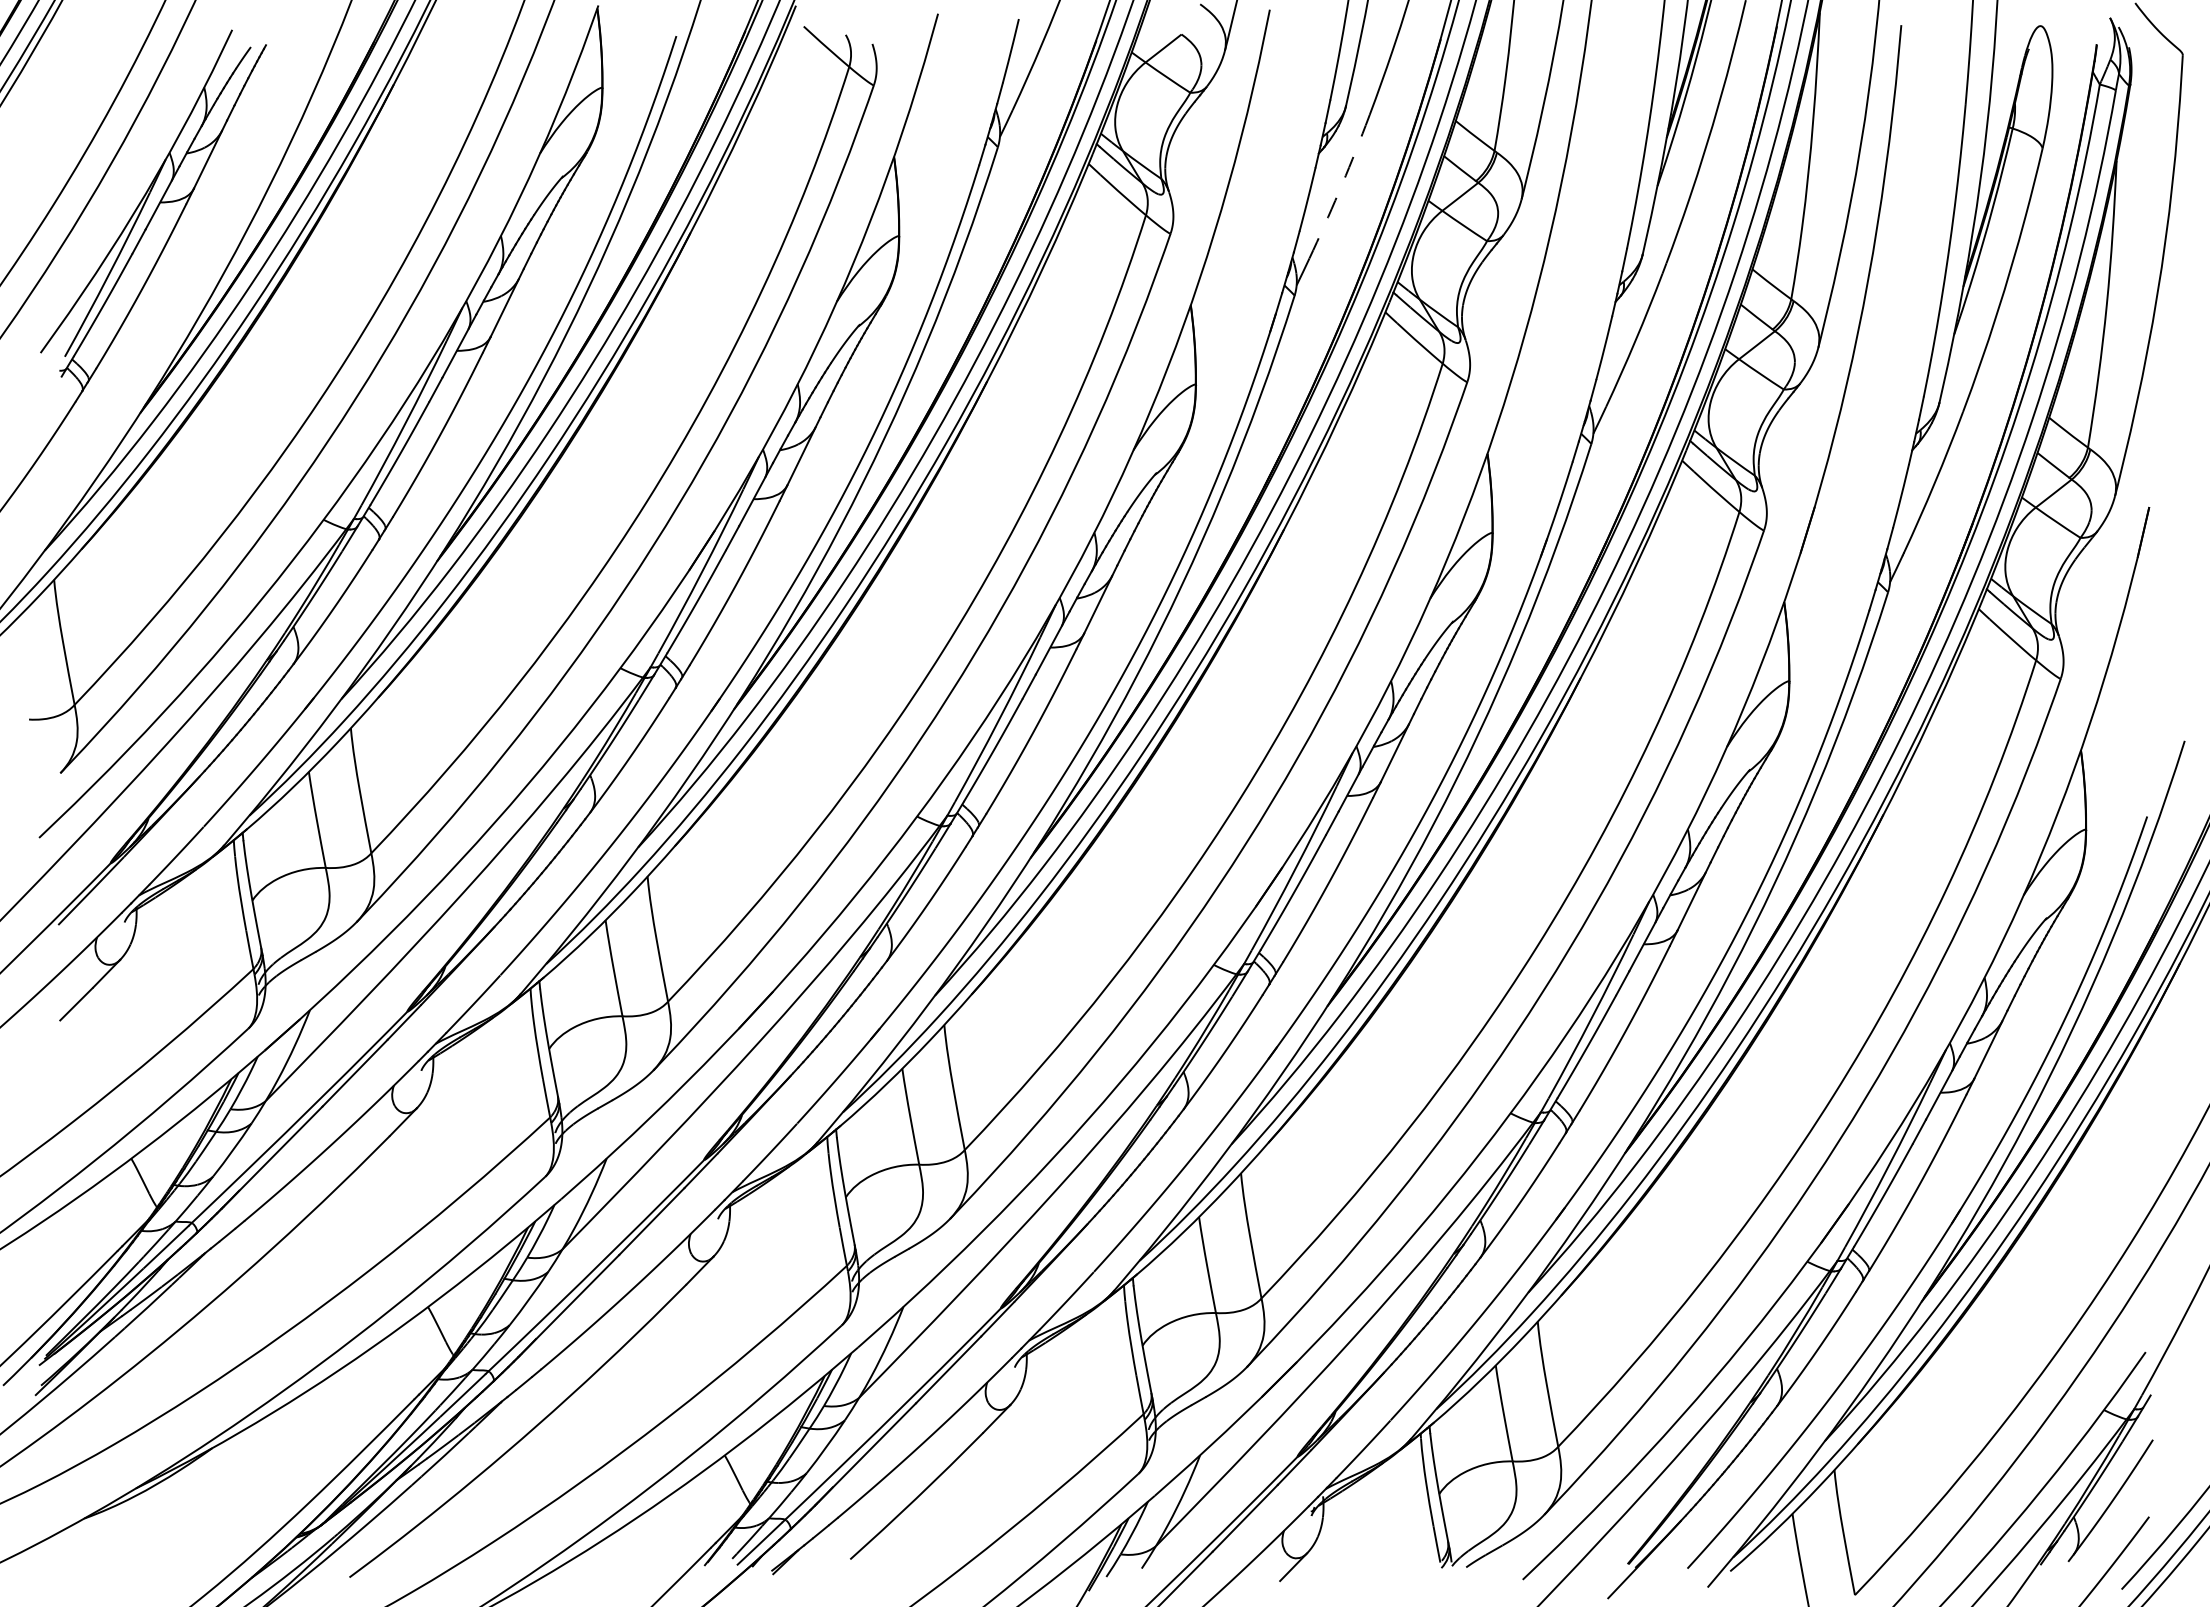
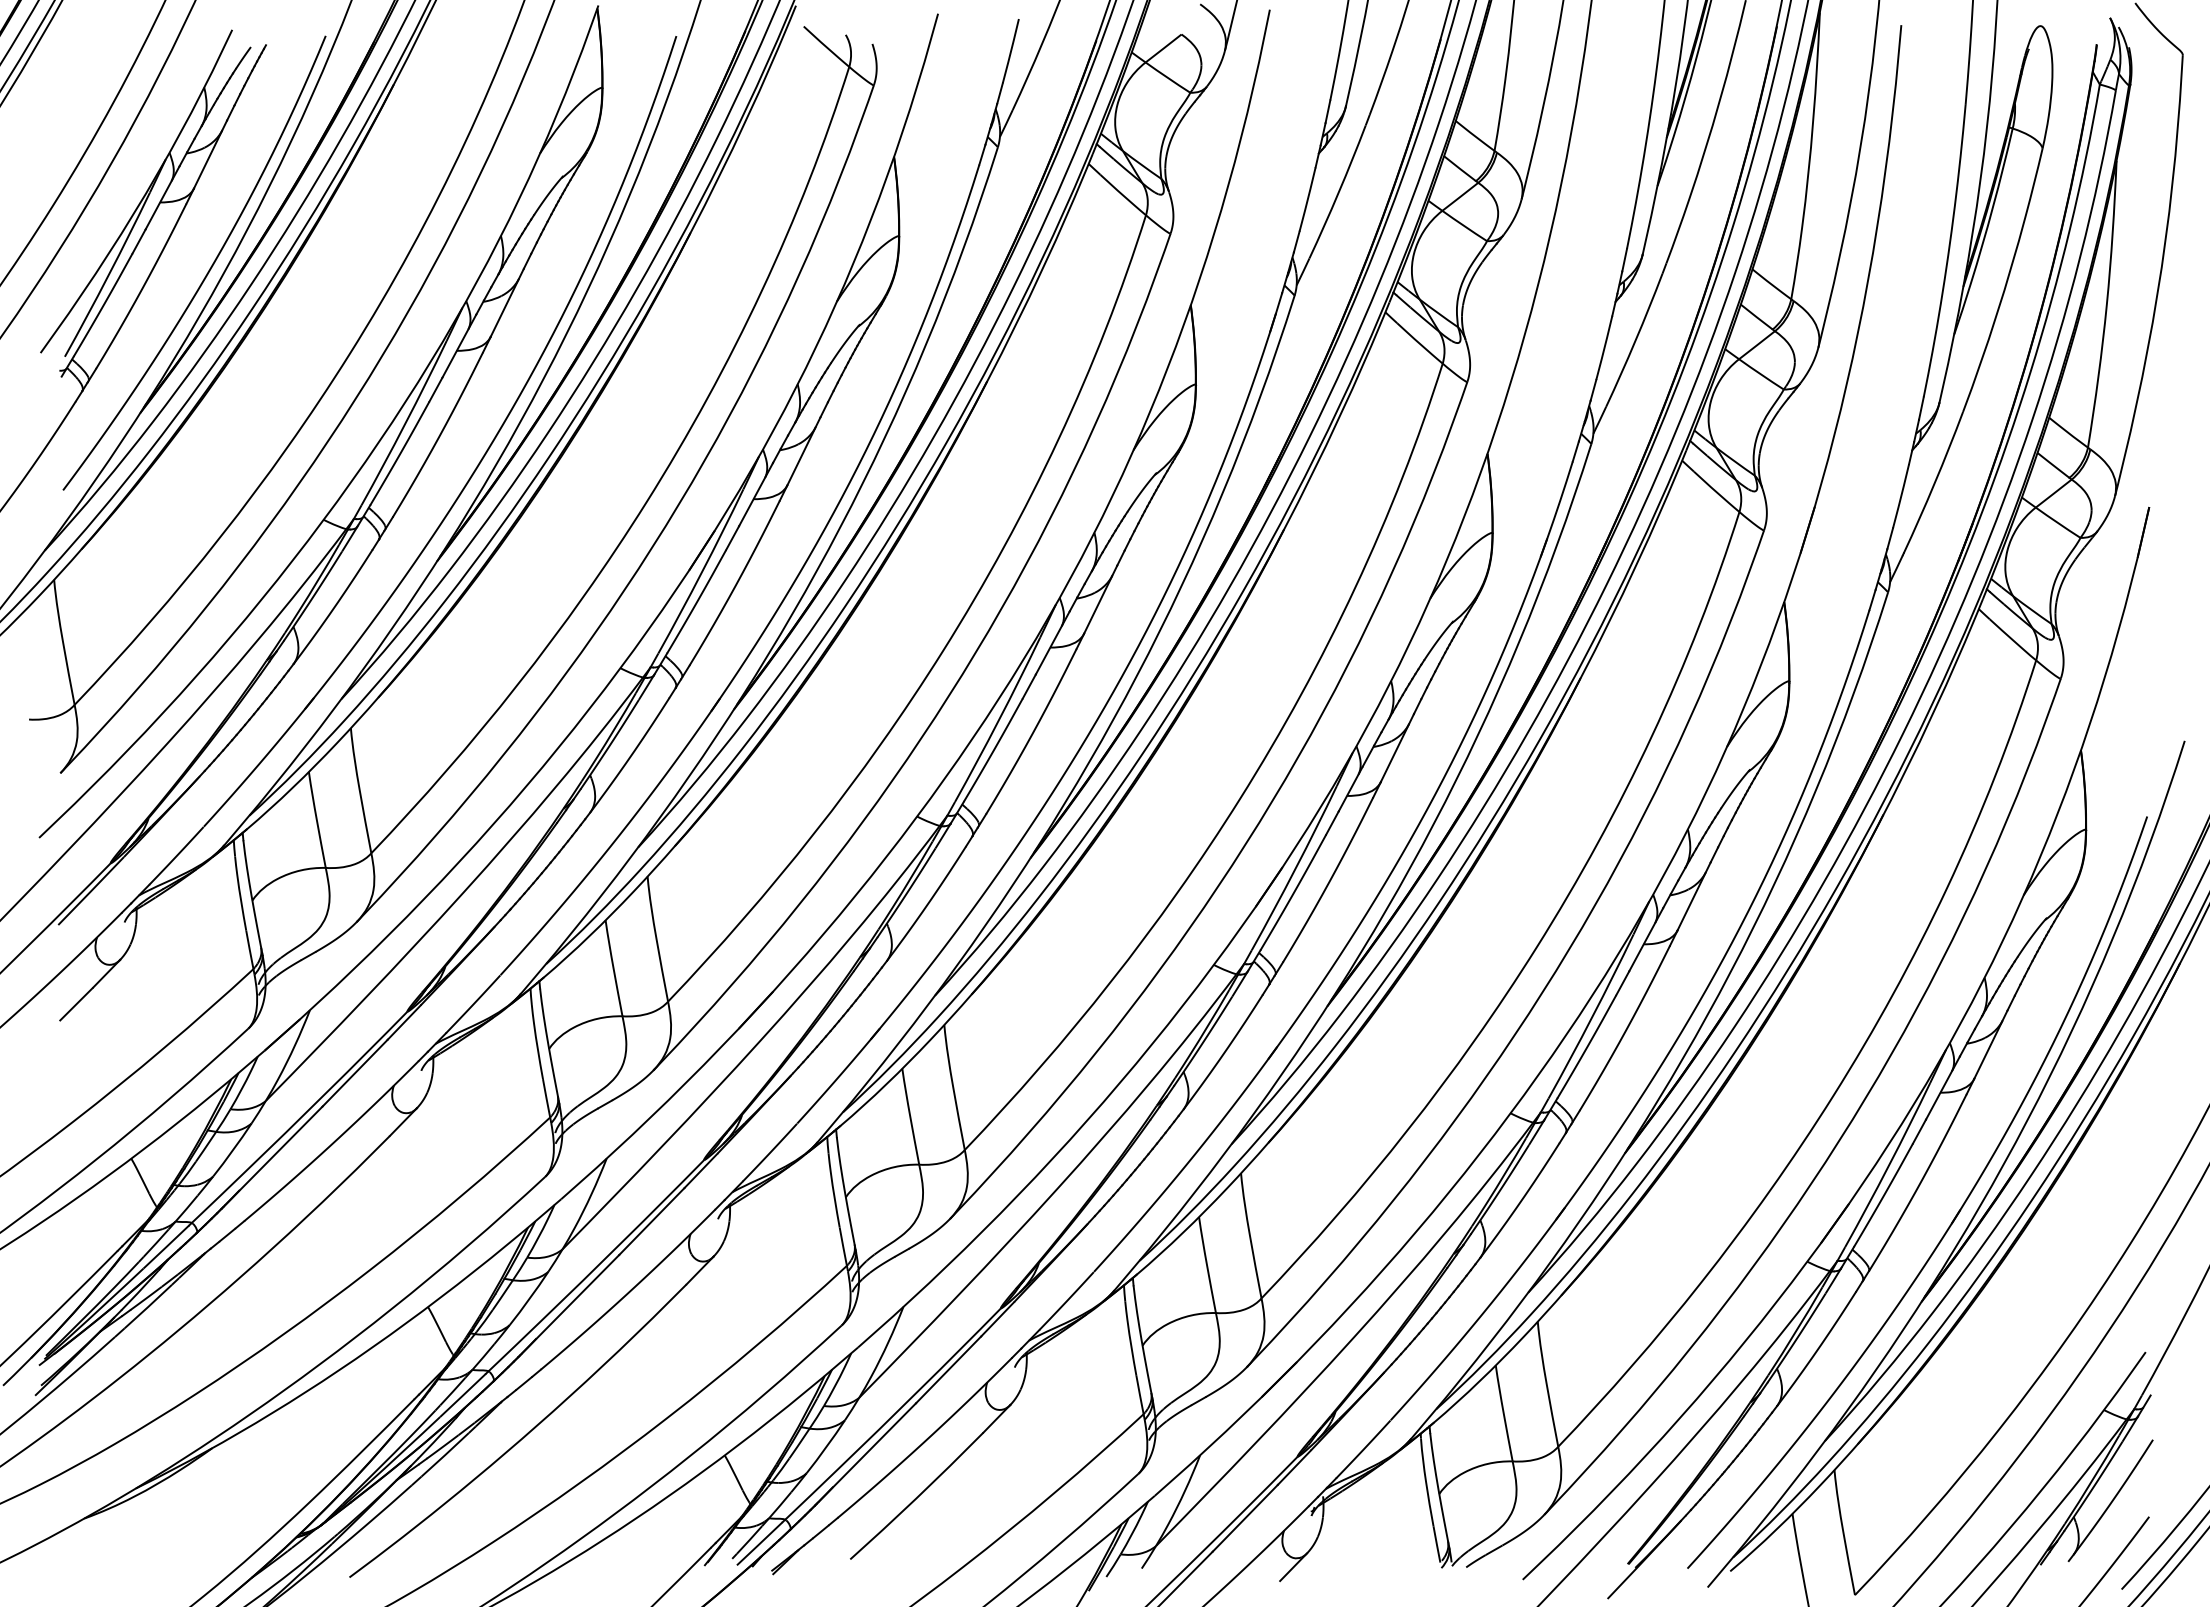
arc at (1338, 192): dashed -> solid
curve at (208, 270): none -> present
